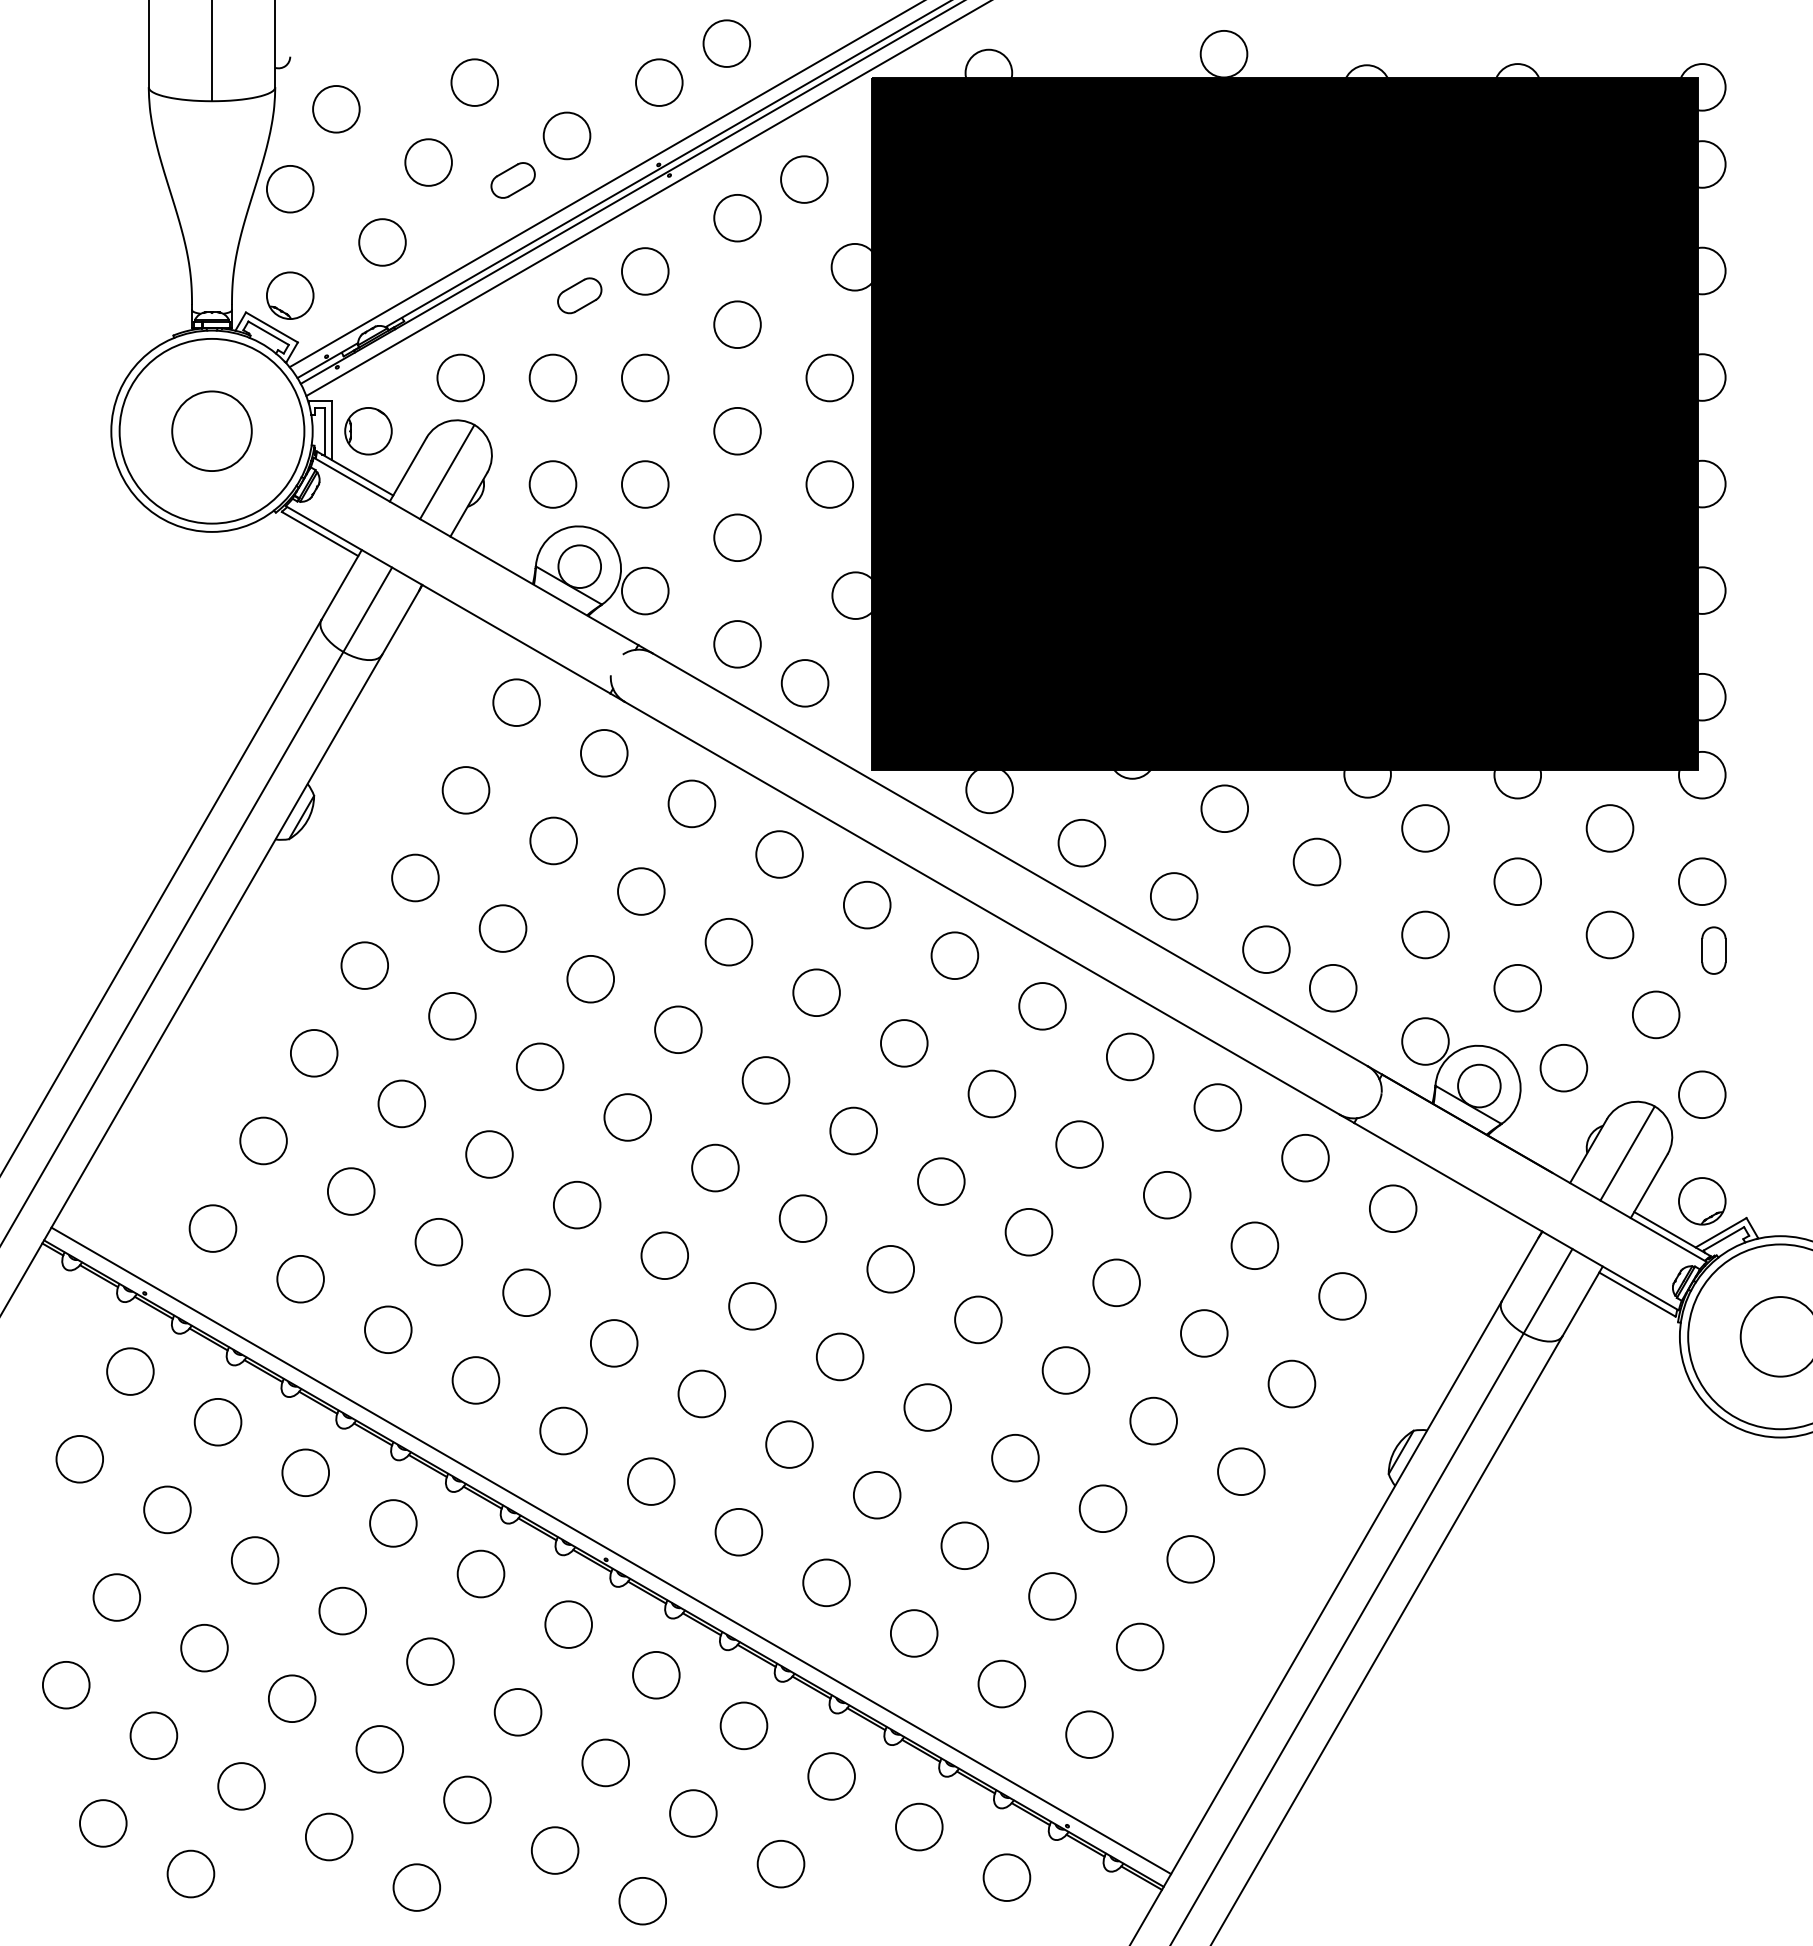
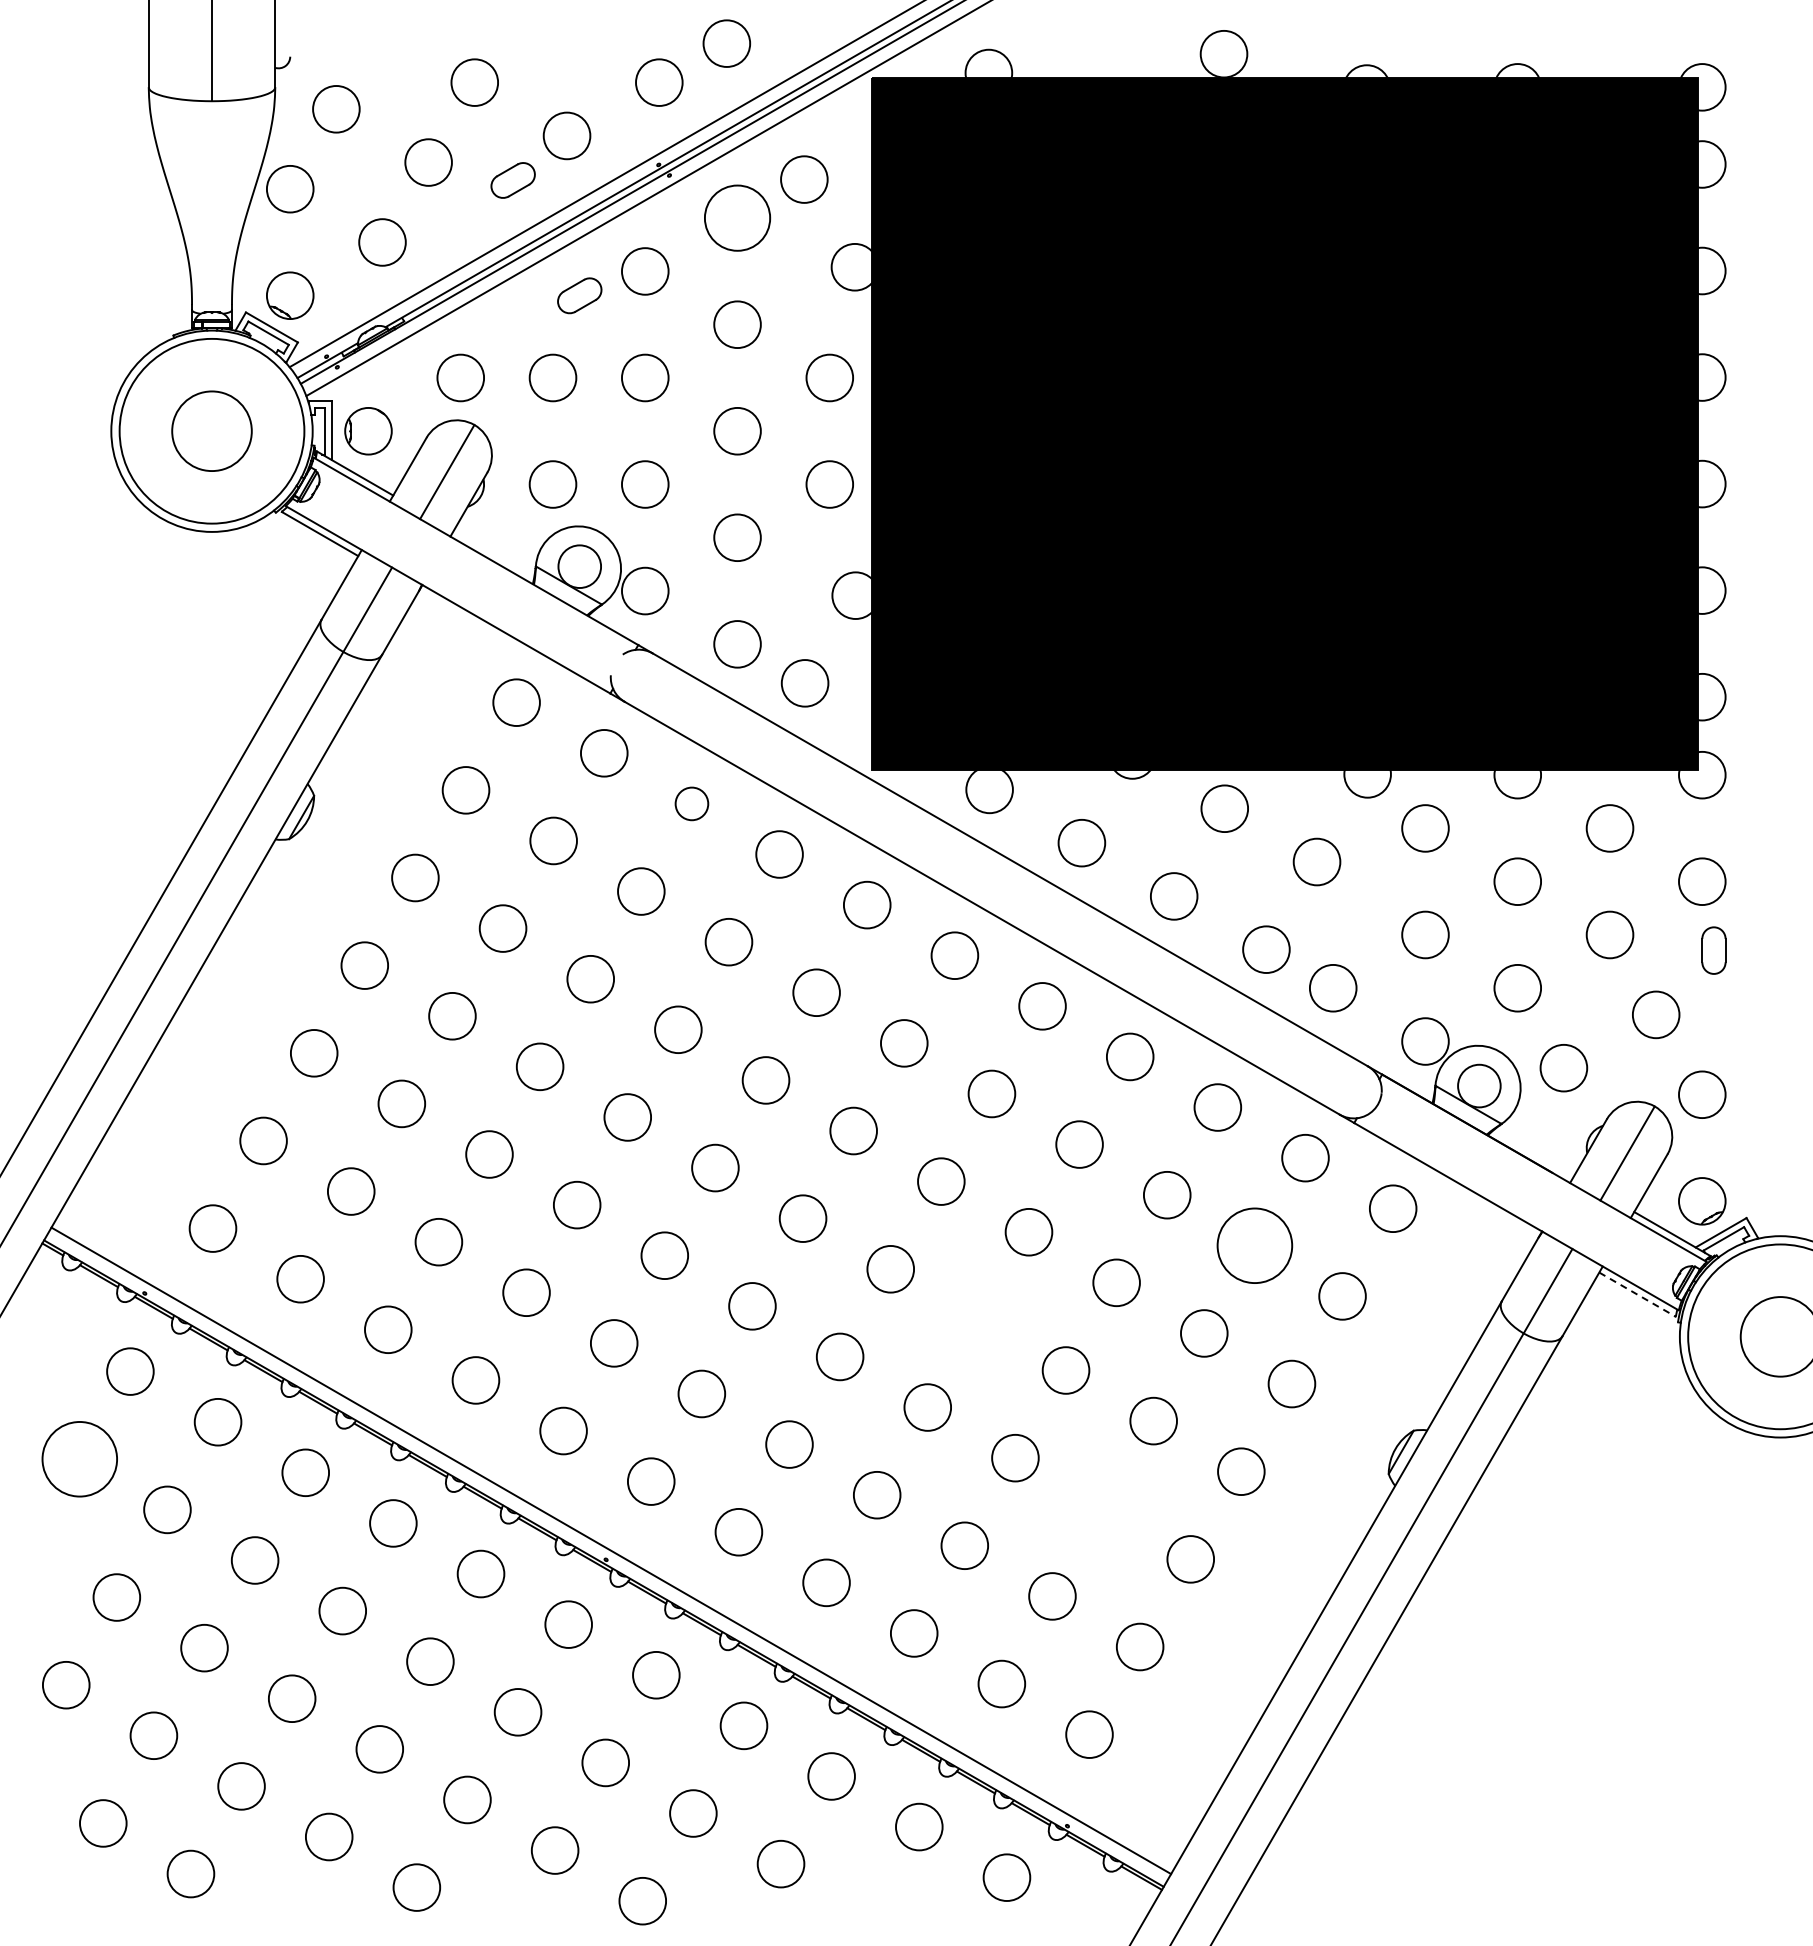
circle at (737, 217) diameter: 47 px -> 65 px
circle at (691, 803) size: 50x50 px -> 36x36 px
circle at (1254, 1245) diameter: 47 px -> 75 px
line at (1637, 1294): solid -> dashed
circle at (978, 1319): present -> none
circle at (79, 1458) diameter: 47 px -> 75 px
circle at (1102, 1508): present -> none
